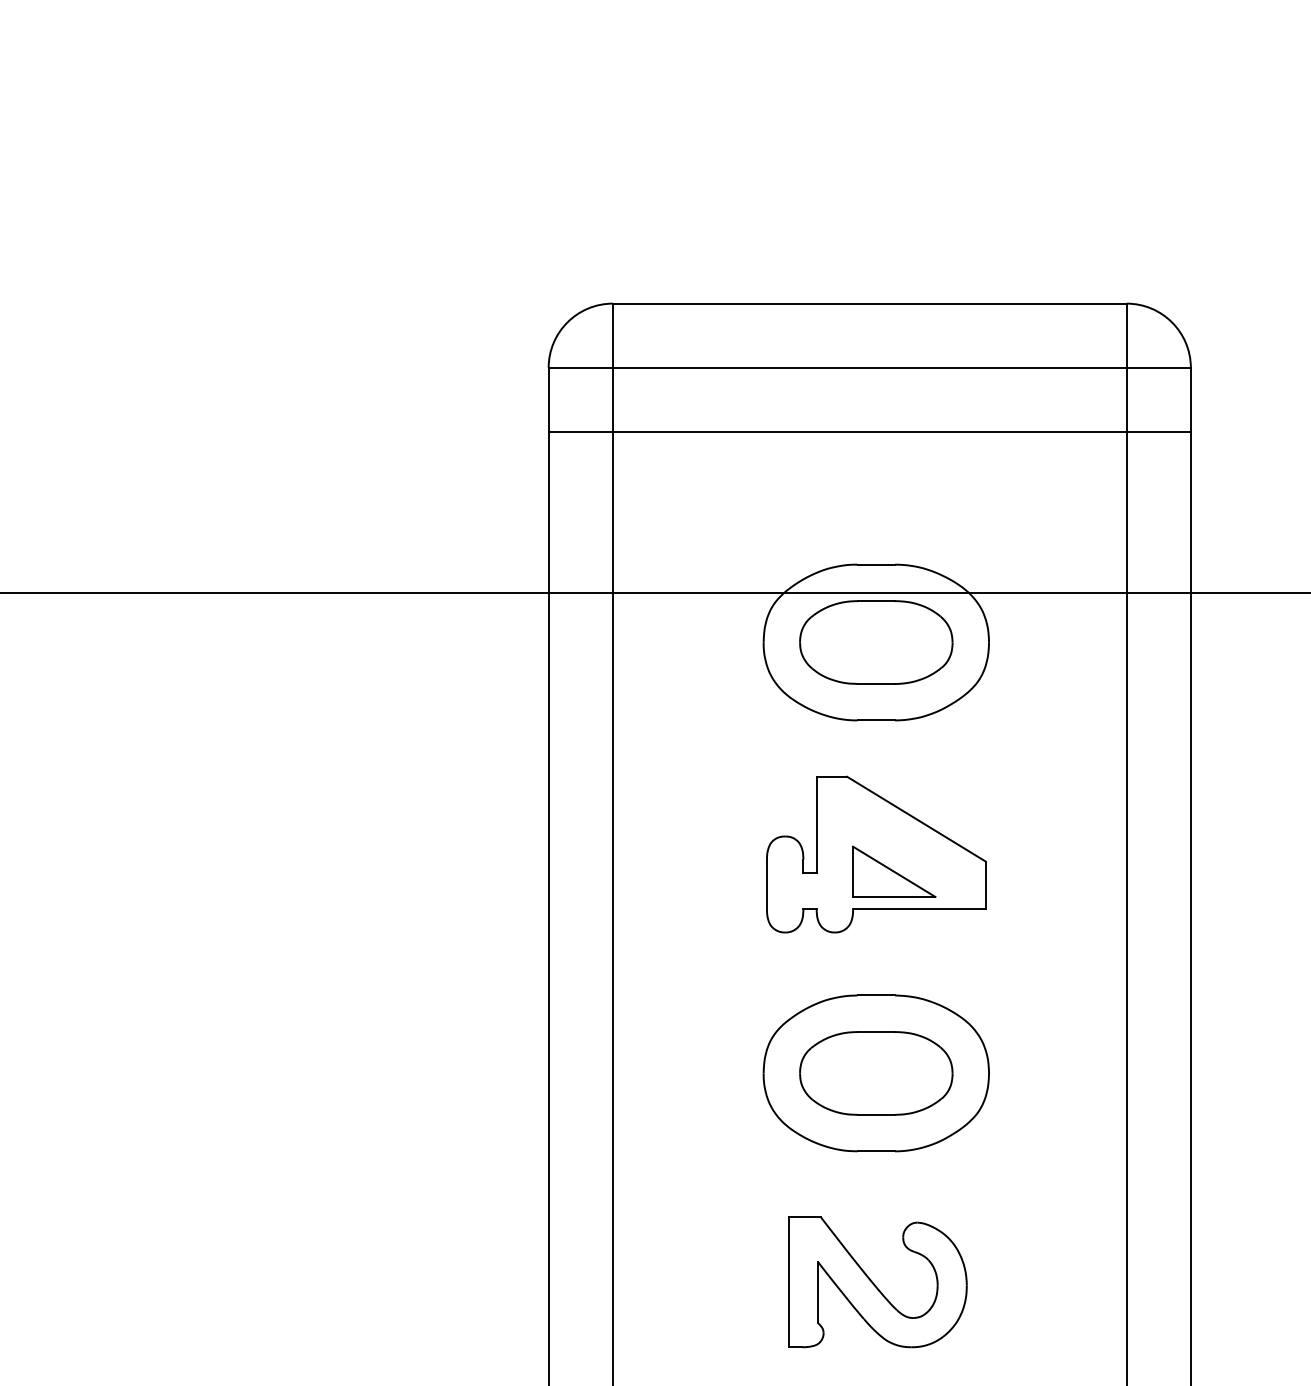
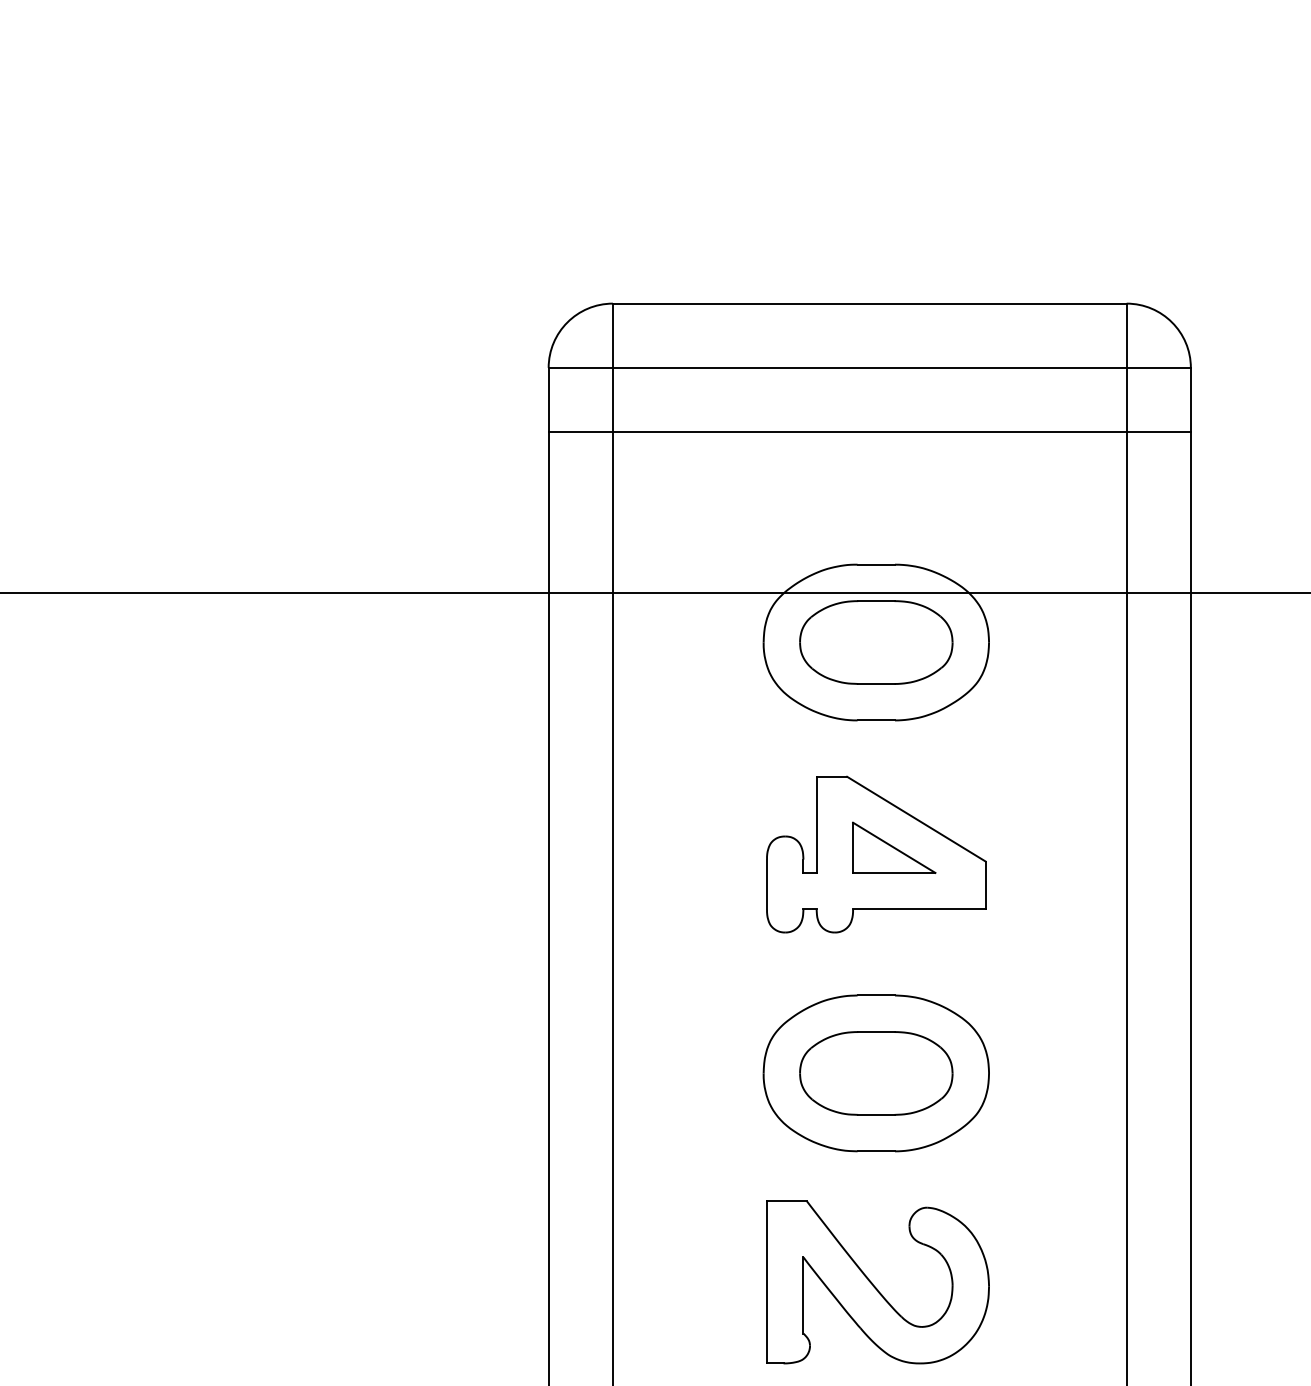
part at (894, 871) position: (894, 871) -> (894, 847)
part at (877, 1282) size: 180x133 px -> 224x165 px
